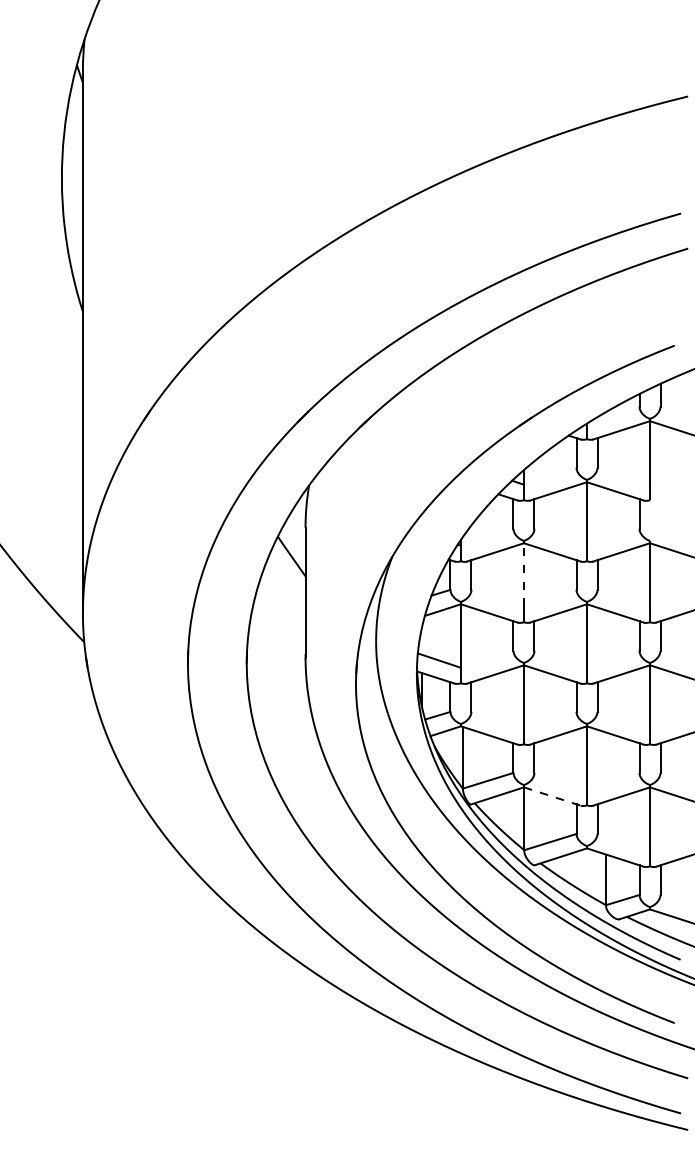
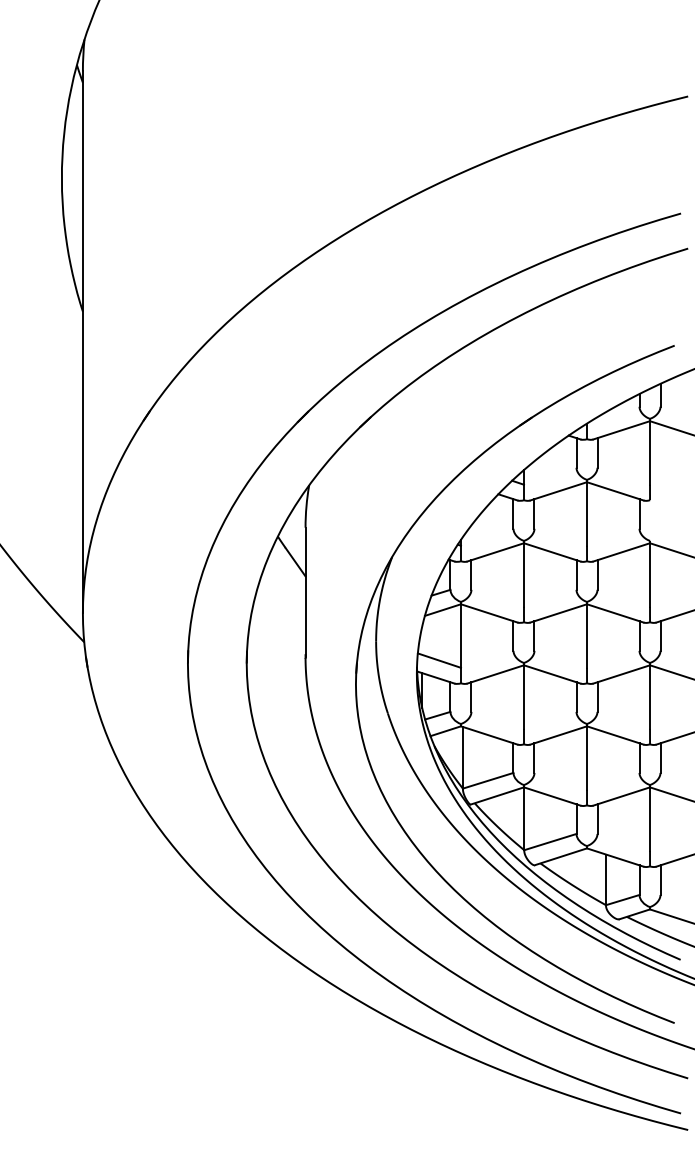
line at (523, 575): dashed -> solid
line at (552, 796): dashed -> solid
